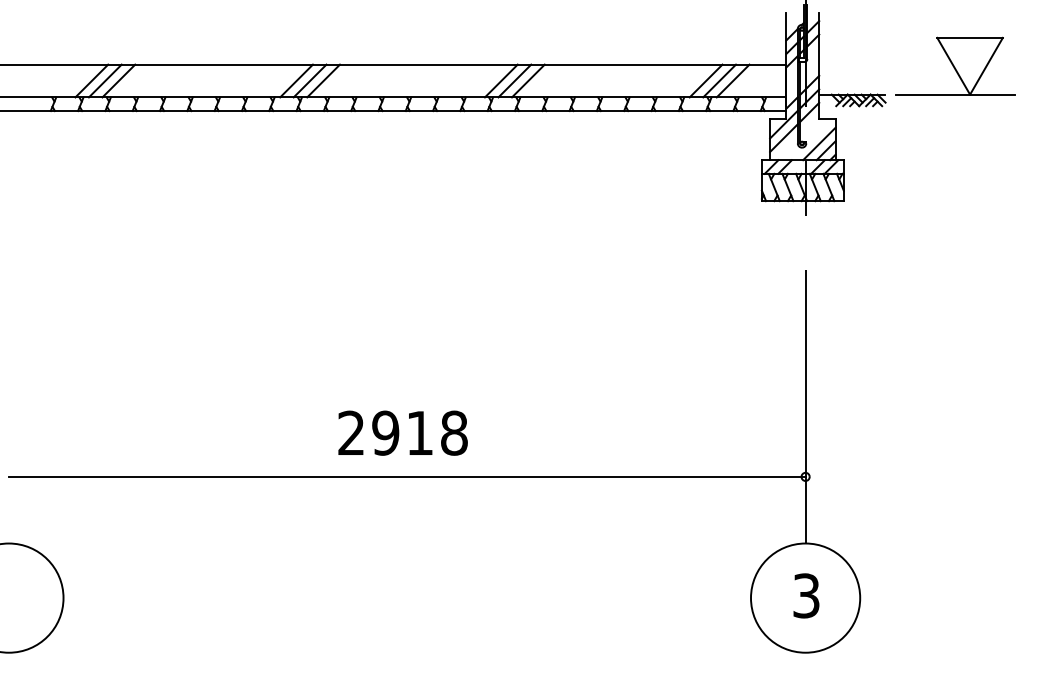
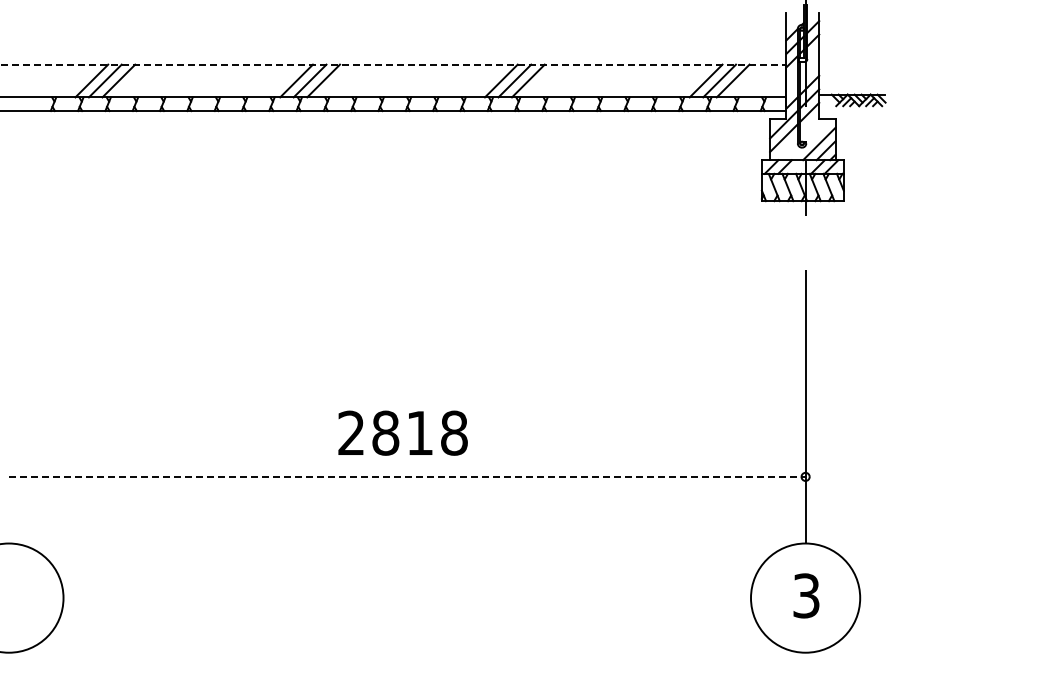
line at (393, 64): solid -> dashed
part at (955, 65): present -> none
text at (385, 432): 2918 -> 2818
line at (407, 476): solid -> dashed
